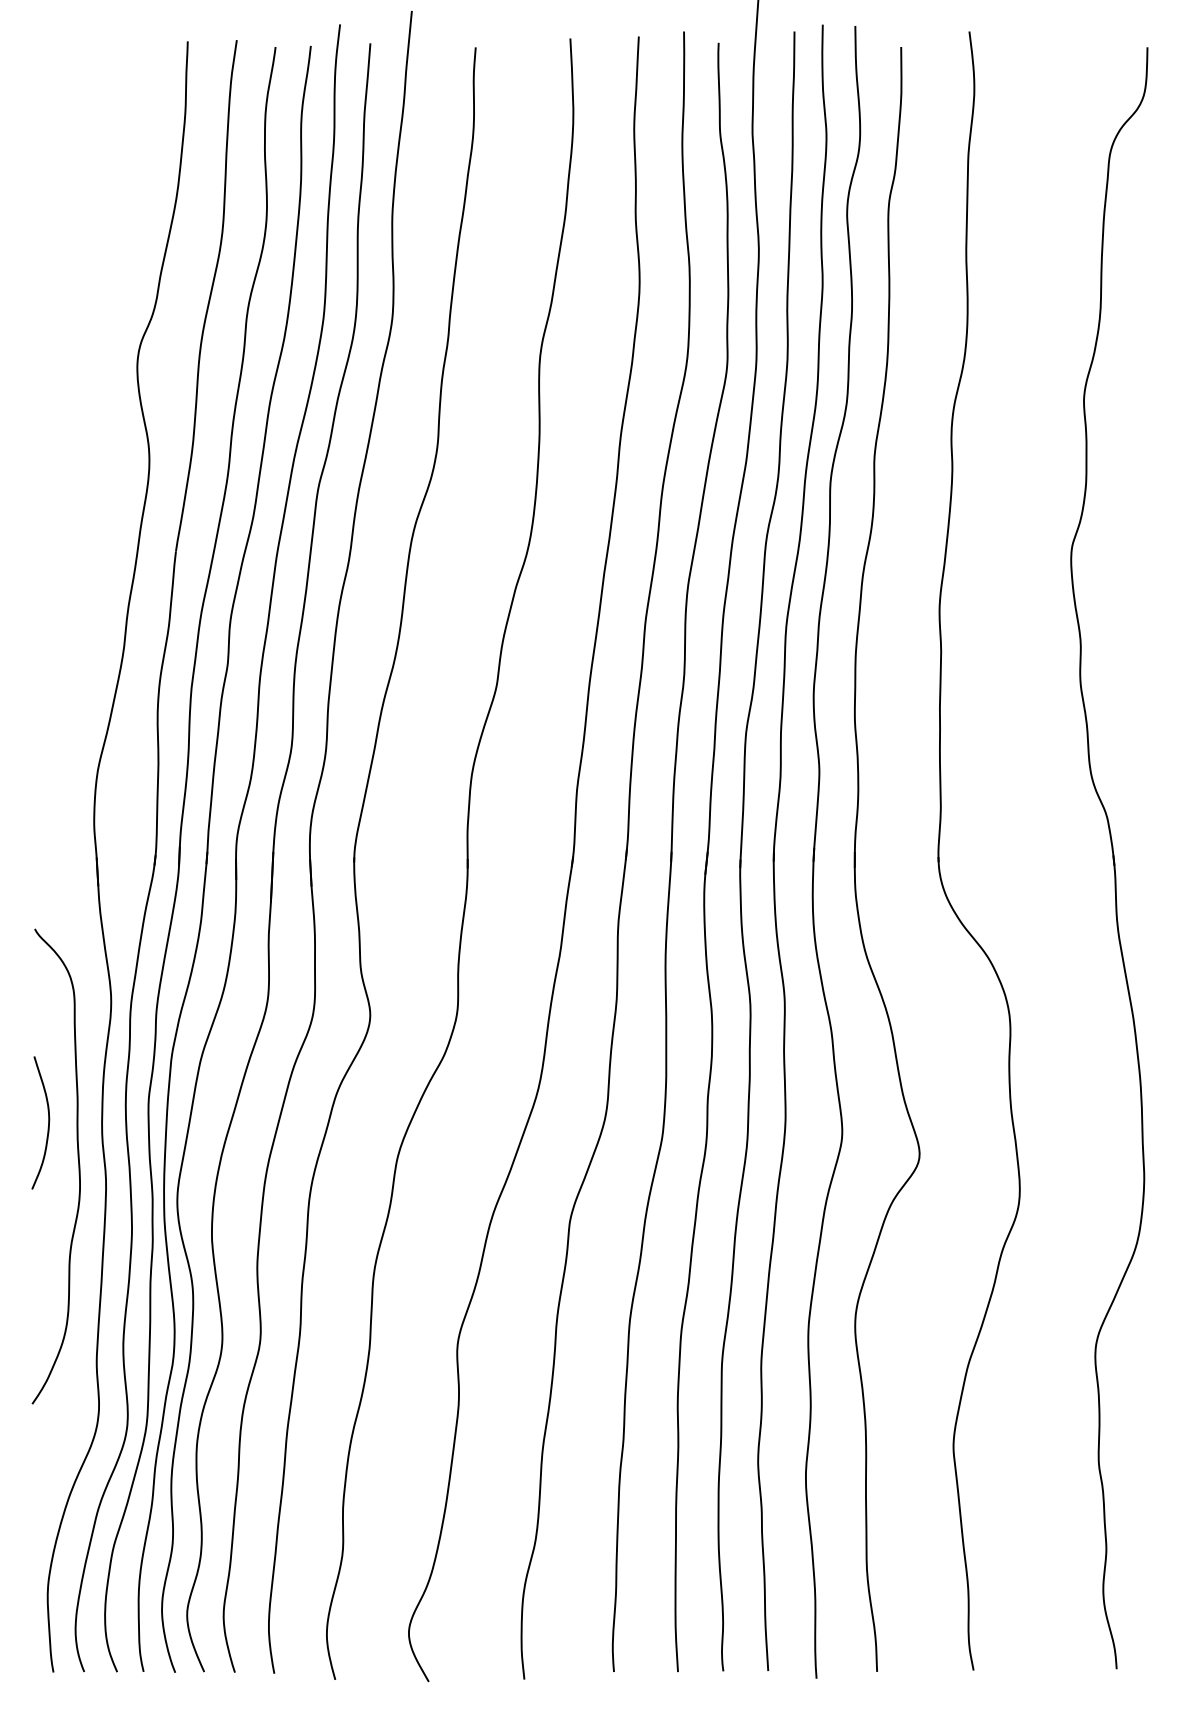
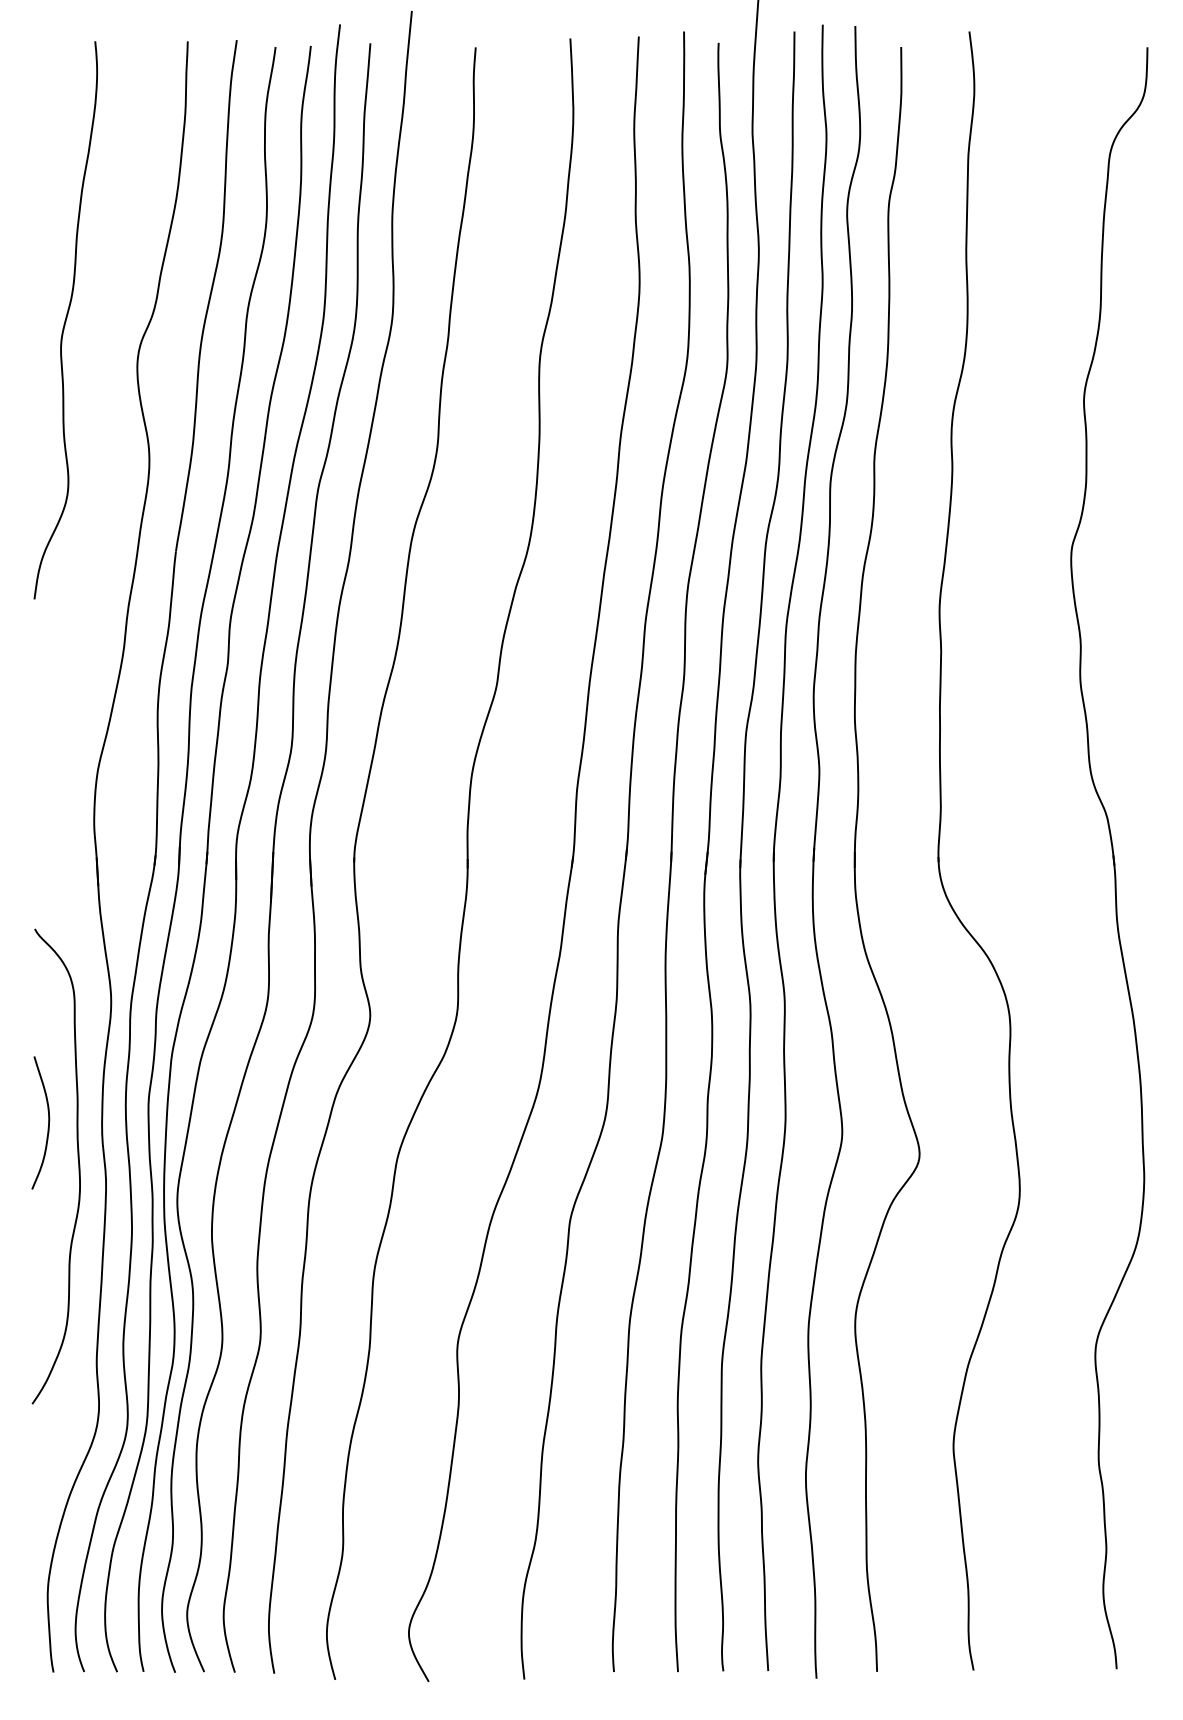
curve at (65, 320): none -> present
